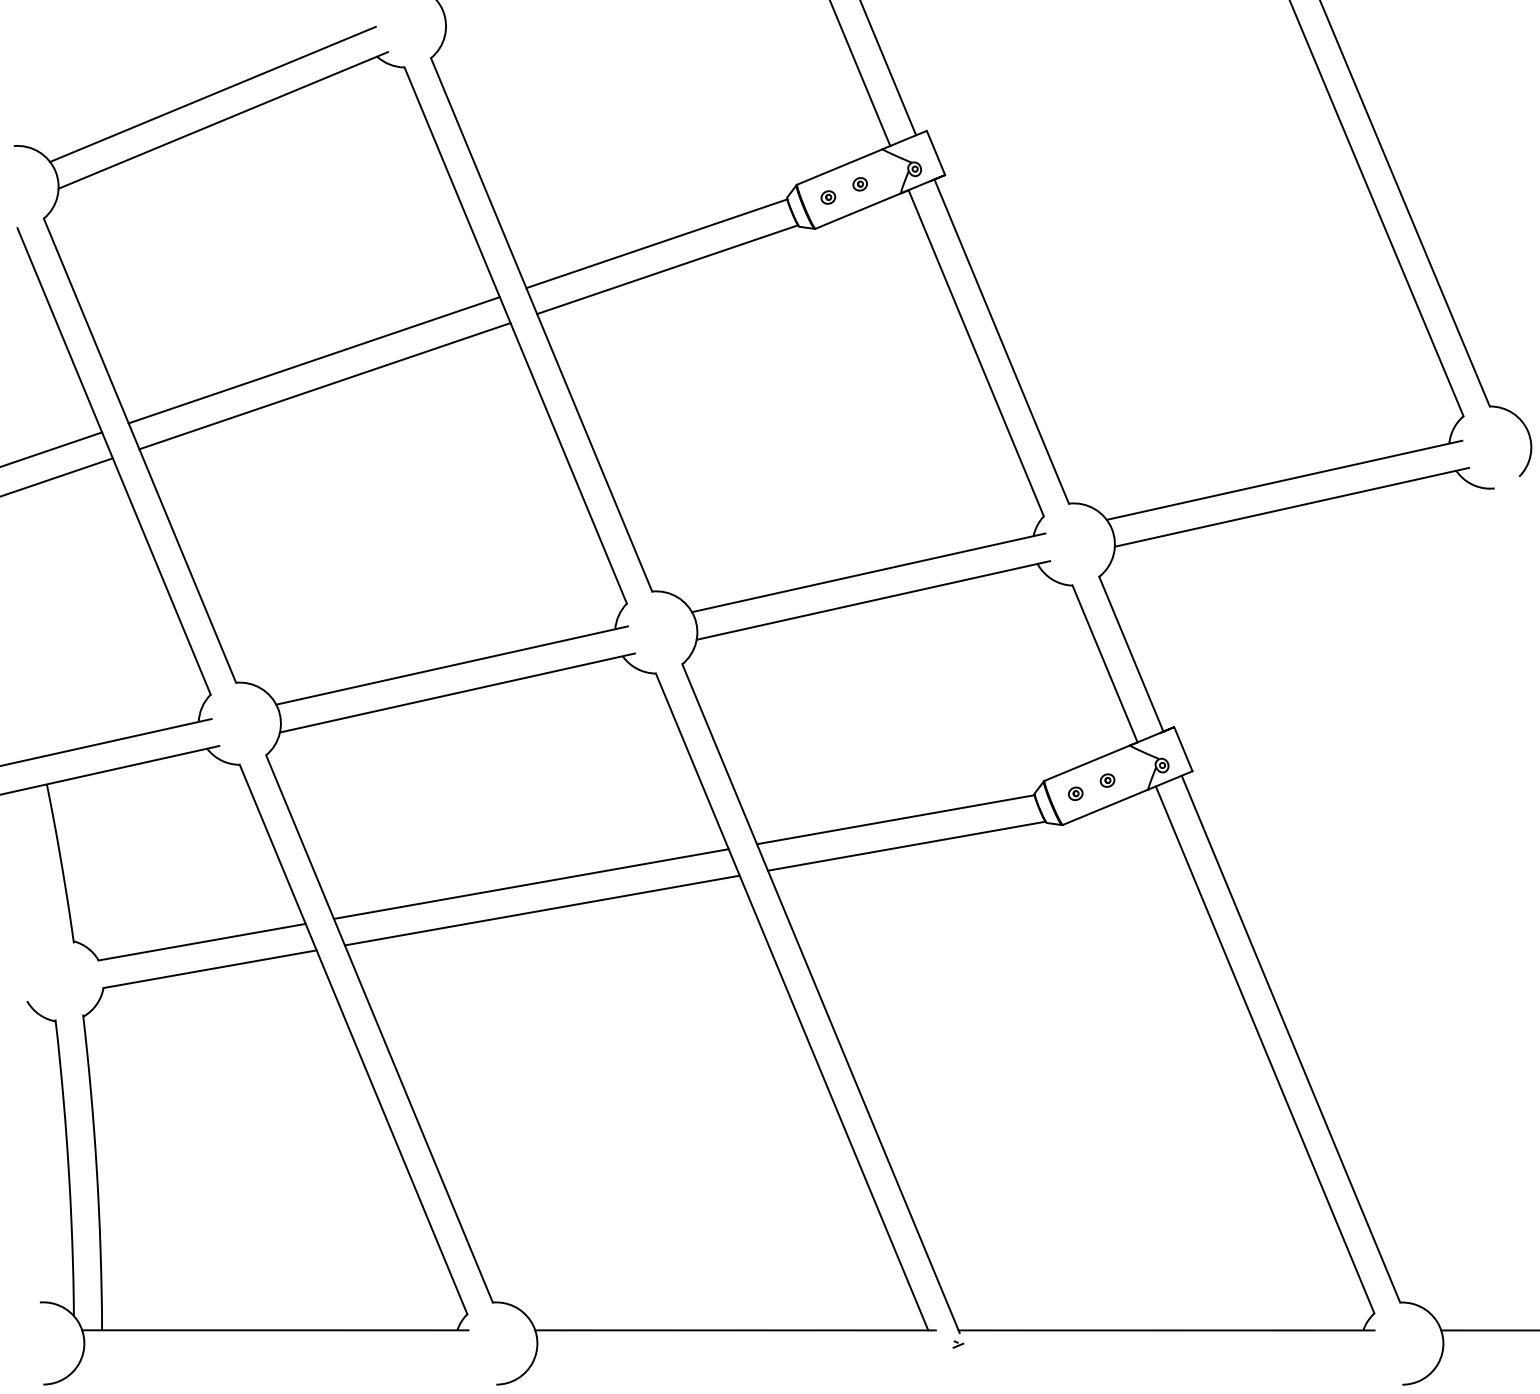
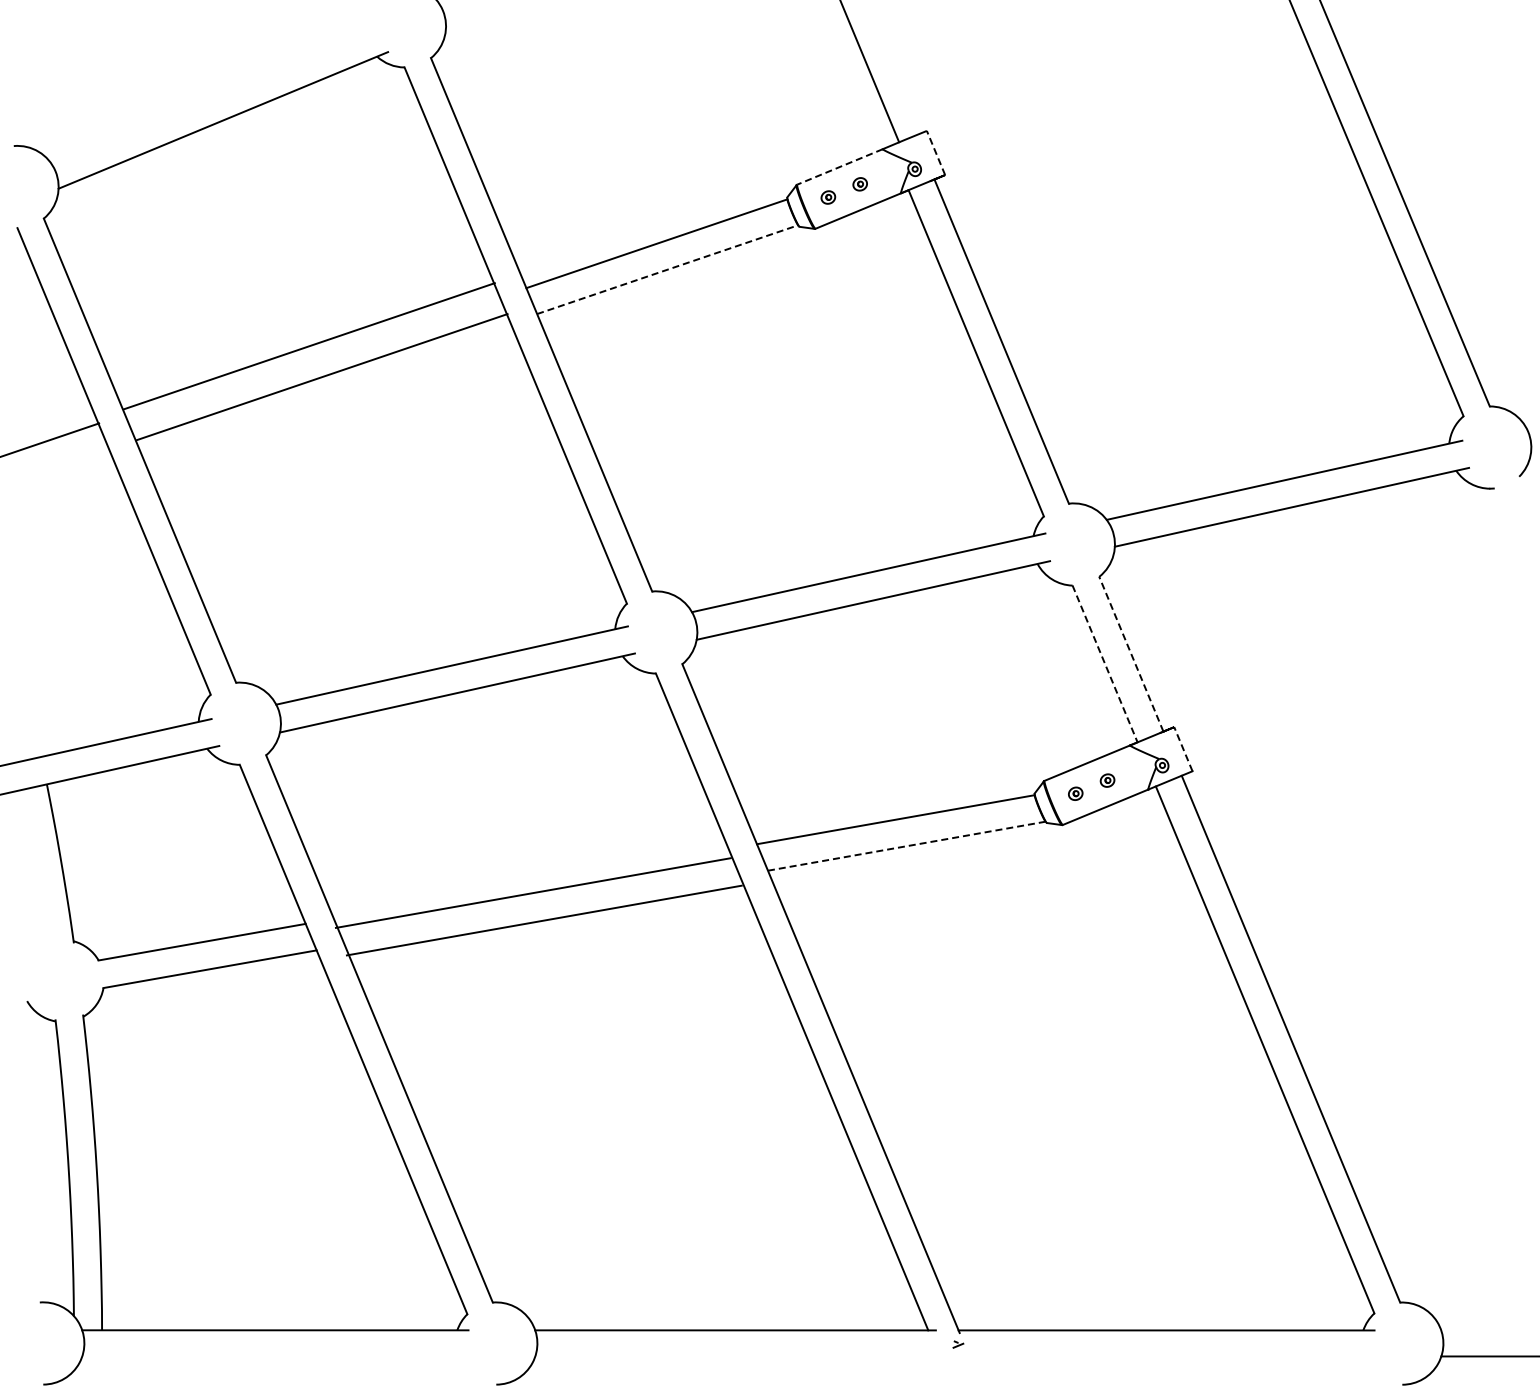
line at (888, 68) position: (888, 68) -> (870, 72)
line at (860, 74): present -> none
line at (212, 93): present -> none
line at (936, 153): solid -> dashed
line at (839, 167): solid -> dashed
line at (667, 269): solid -> dashed
line at (313, 360) position: (313, 360) -> (308, 346)
line at (324, 386) position: (324, 386) -> (321, 377)
line at (52, 449) position: (52, 449) -> (50, 439)
line at (57, 476): present -> none
line at (1131, 654): solid -> dashed
line at (1105, 663): solid -> dashed
line at (1183, 749): solid -> dashed
line at (906, 846): solid -> dashed
line at (530, 883) position: (530, 883) -> (532, 892)
line at (541, 910) position: (541, 910) -> (543, 920)
line at (1488, 1330) position: (1488, 1330) -> (1488, 1356)
